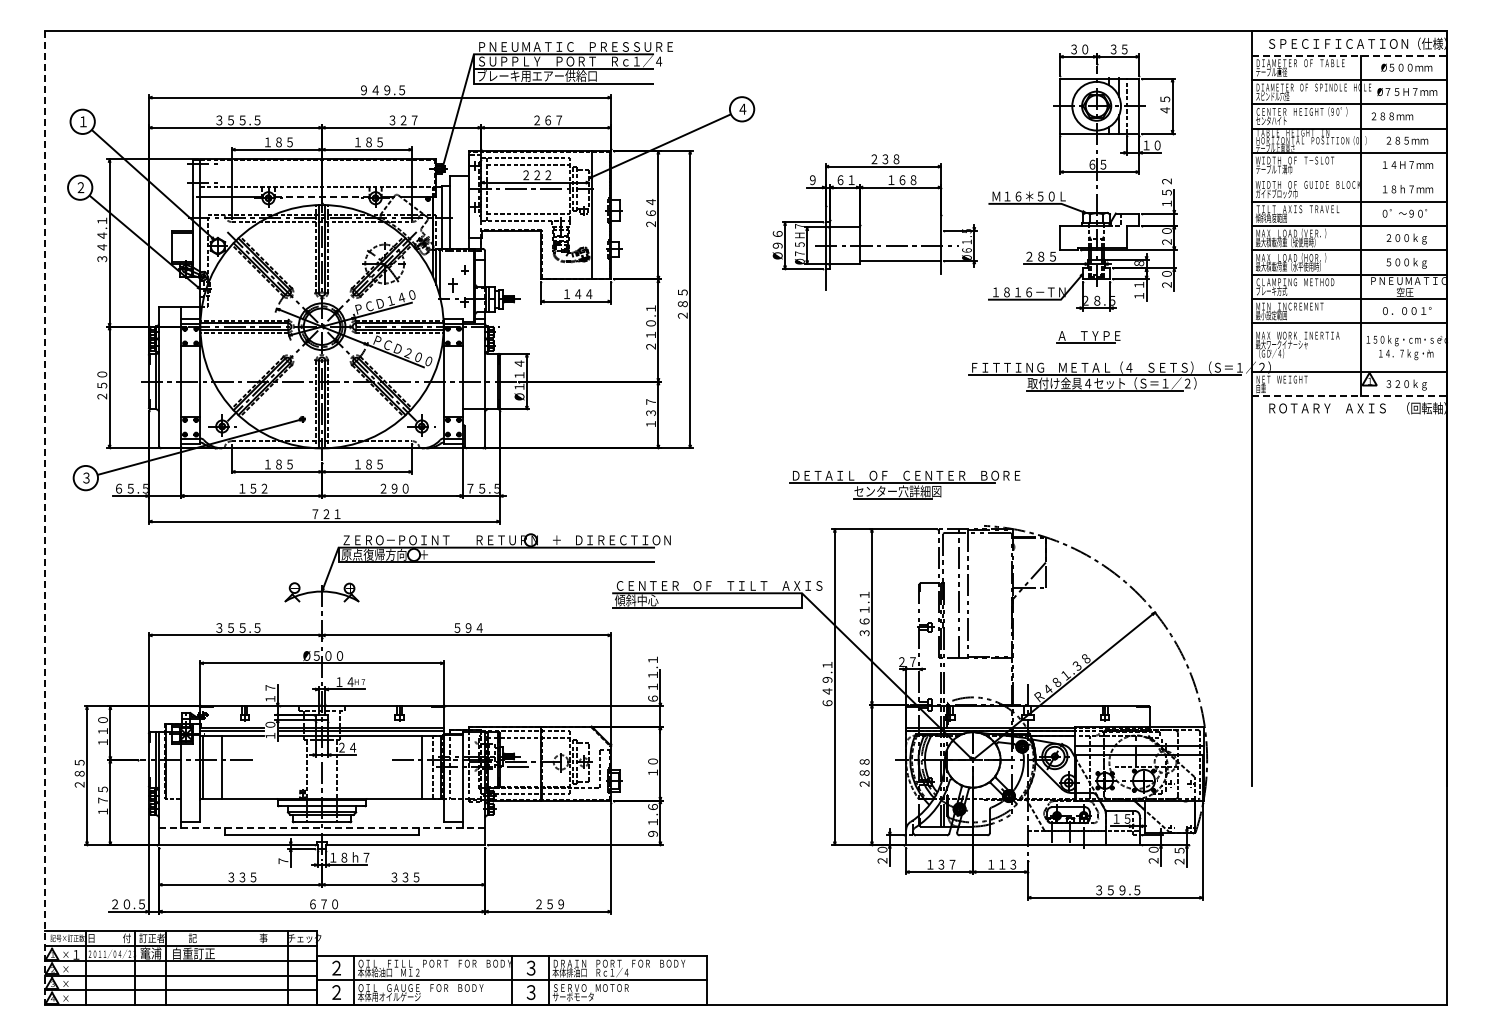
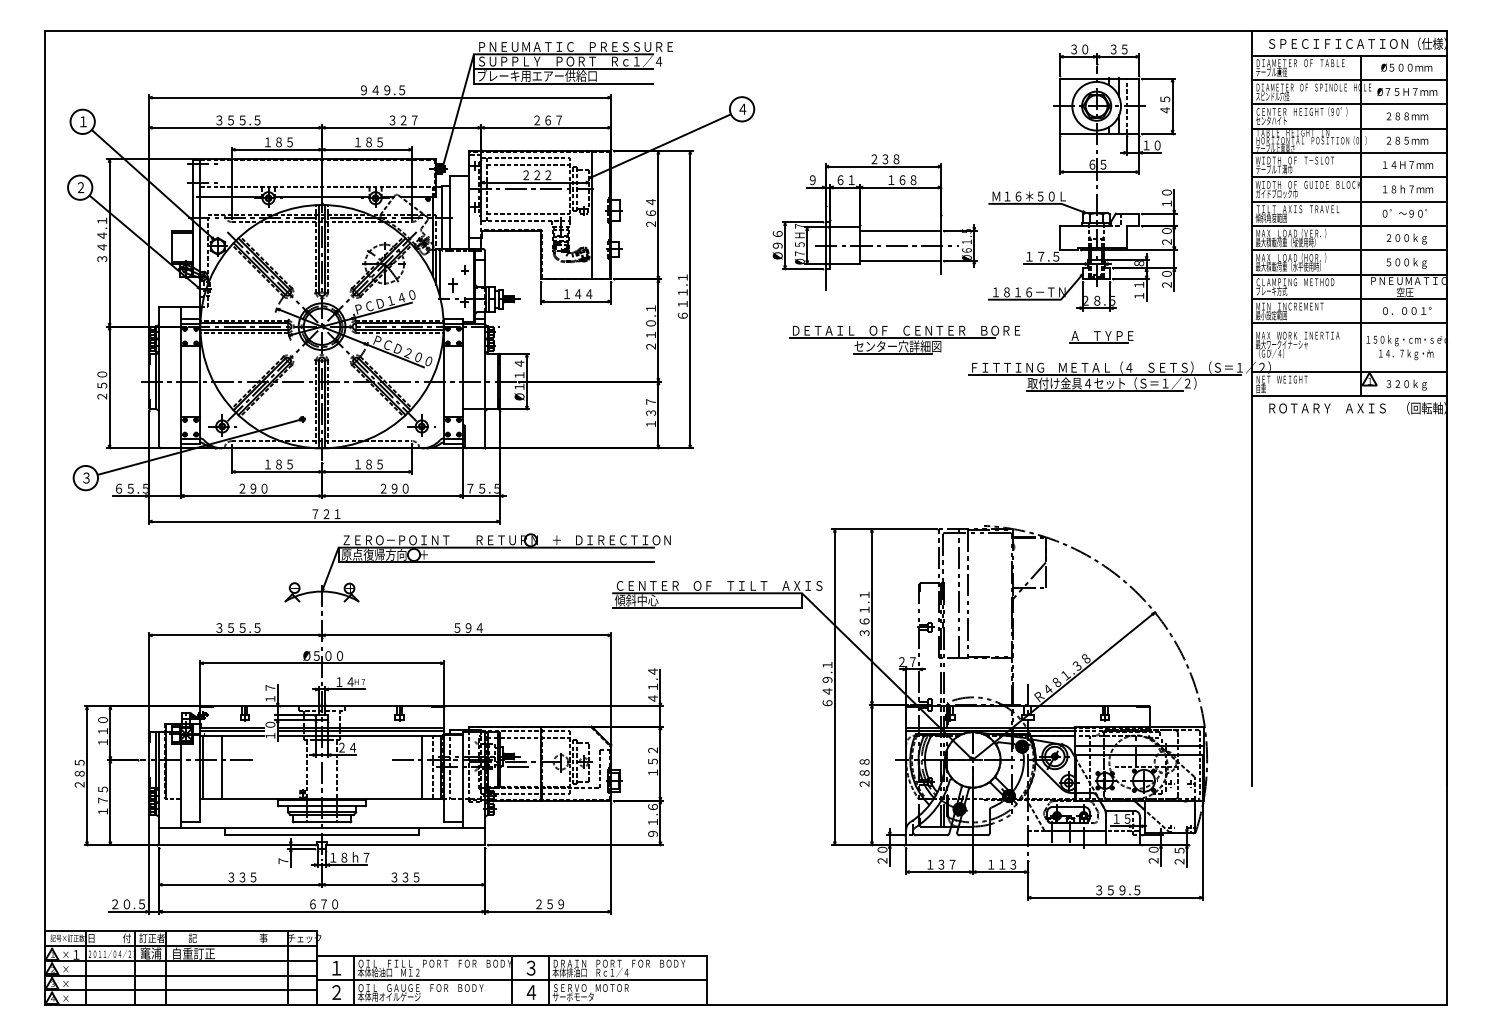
line at (1349, 55): dashed -> solid
text at (1392, 116) position: (1392, 116) -> (1407, 116)
line at (1348, 177): none -> present
text at (1166, 186): １５２ -> １０
line at (322, 197): dashed -> solid
line at (900, 230): none -> present
text at (1042, 256): ２８５ -> １７.５
text at (682, 296): ２８５ -> ６１１.１
part at (1088, 337) position: (1088, 337) -> (1101, 337)
line at (1349, 396): dashed -> solid
part at (904, 484) position: (904, 484) -> (904, 339)
text at (253, 488): １５２ -> ２９０
line at (44, 518): dashed -> solid
text at (653, 678): ６１１.１ -> ４１.４
text at (652, 755): １０ -> １５２
line at (322, 828): dashed -> solid
text at (336, 966): ２ -> １
text at (531, 992): ３ -> ４
